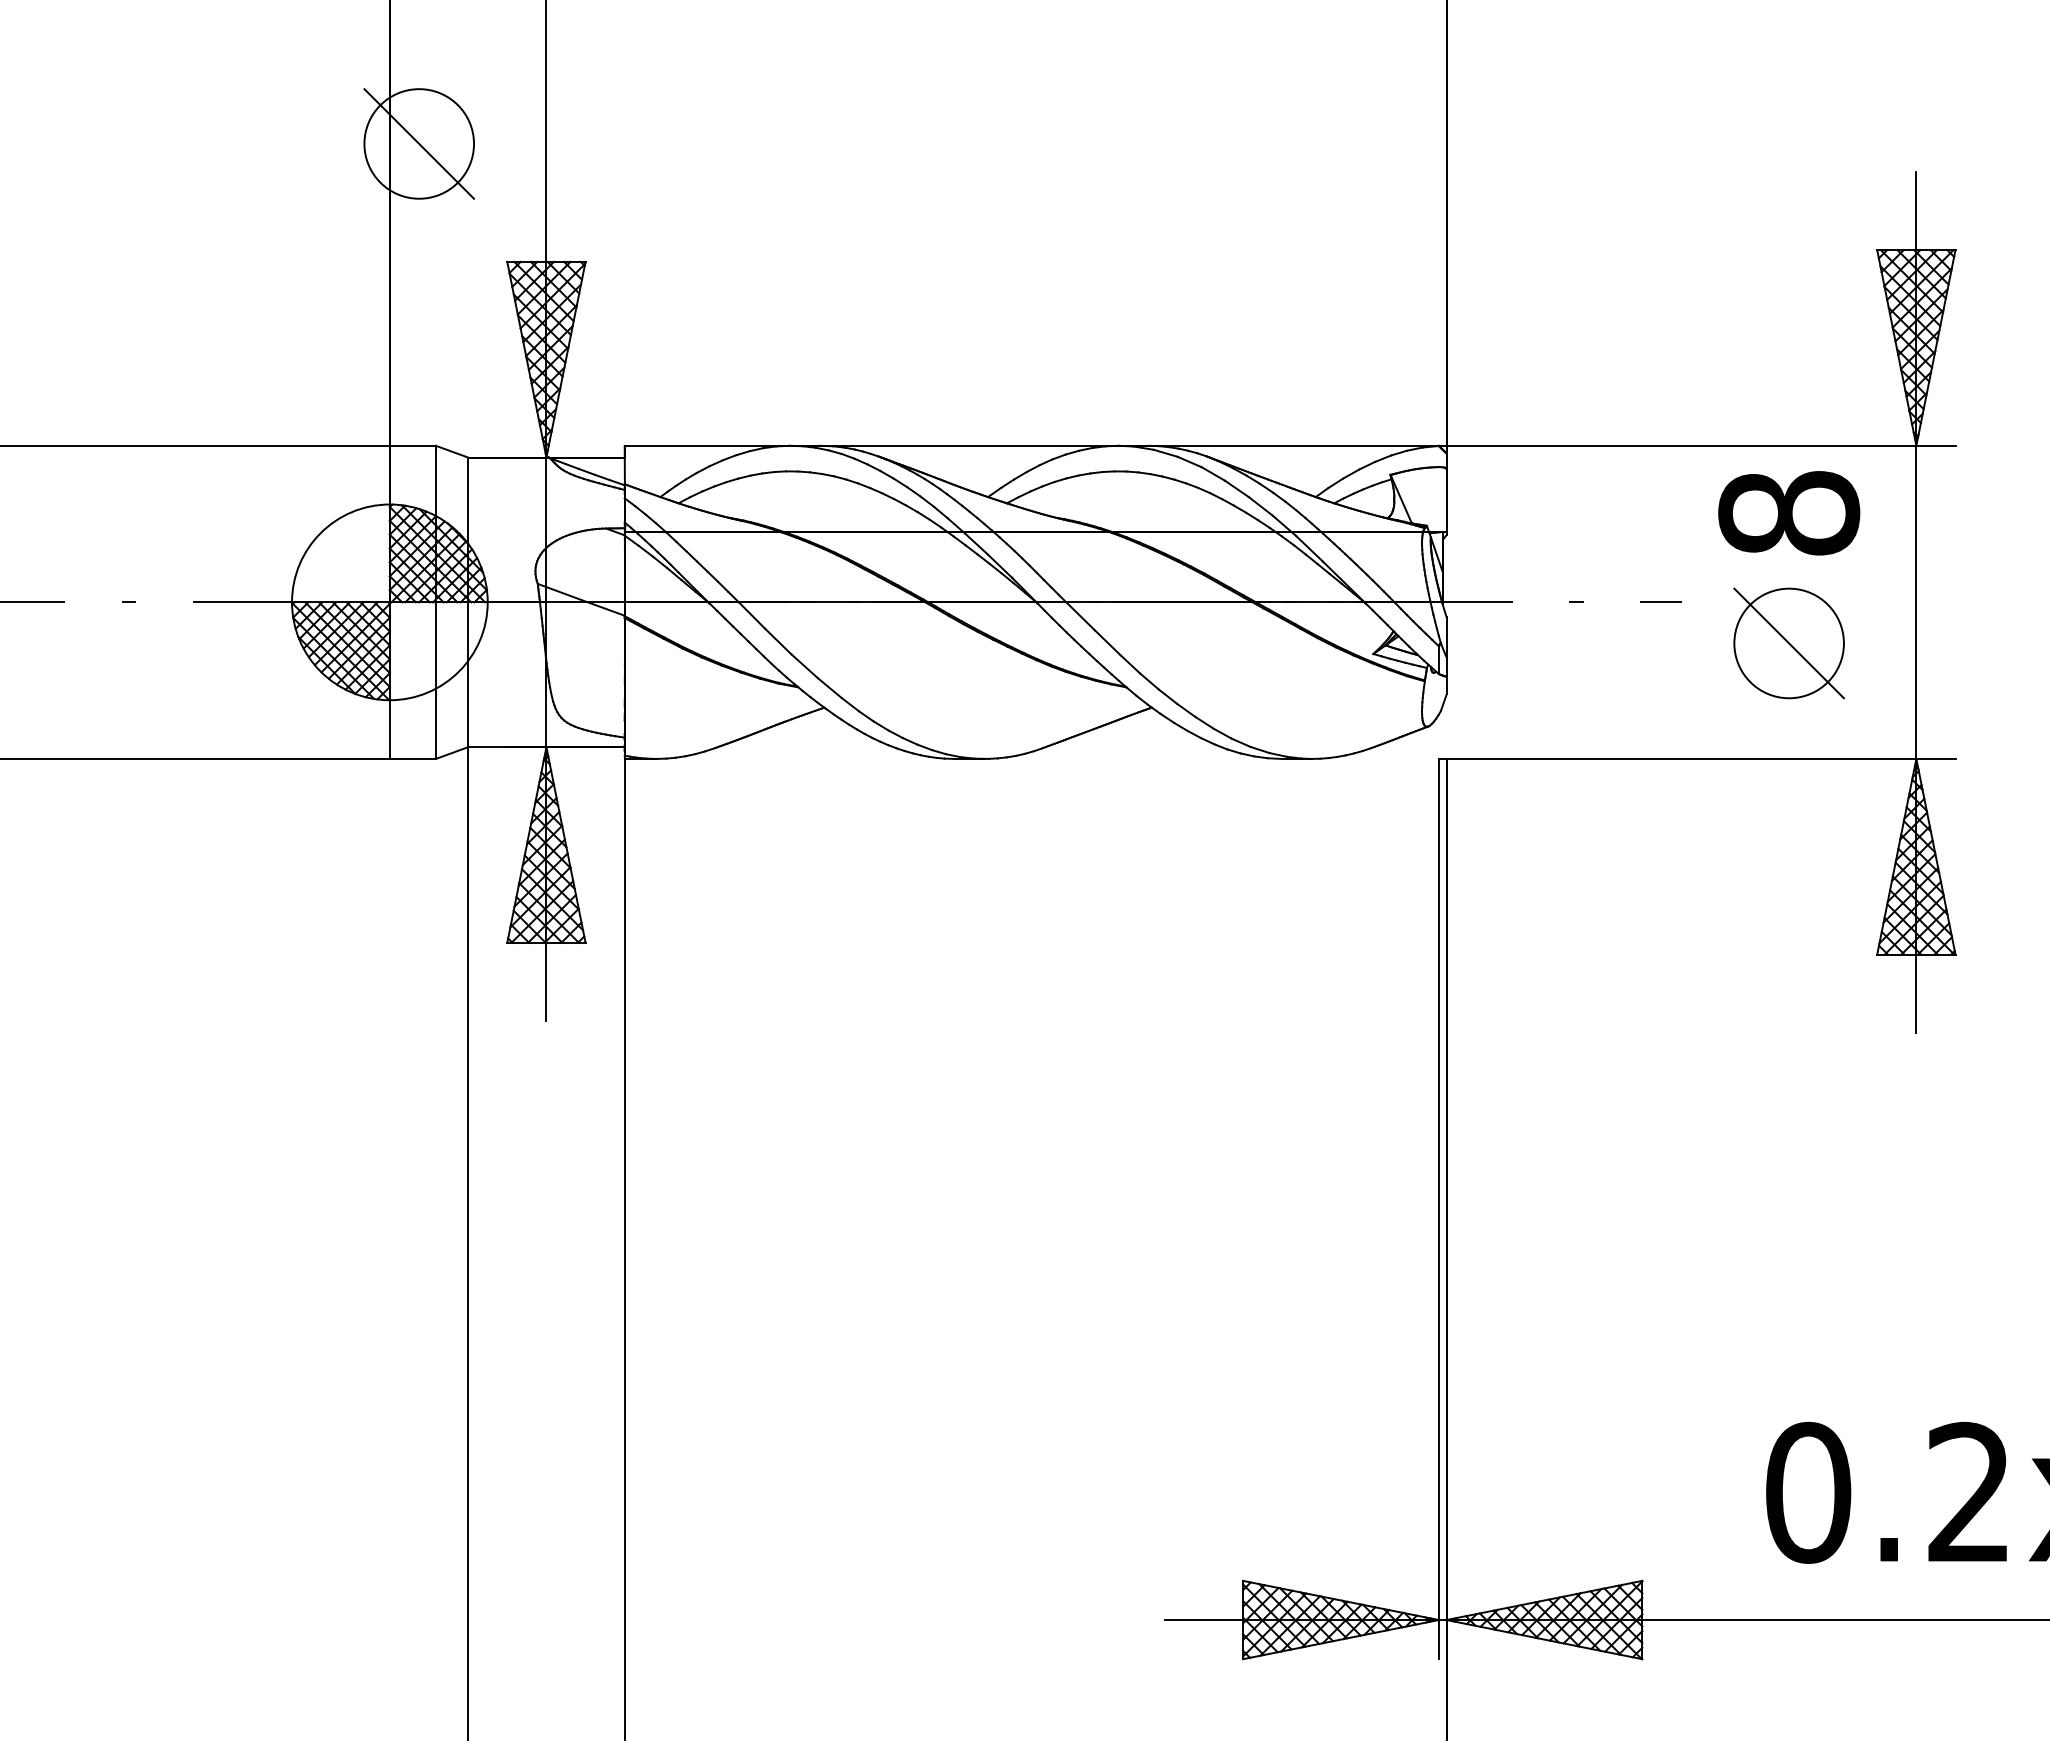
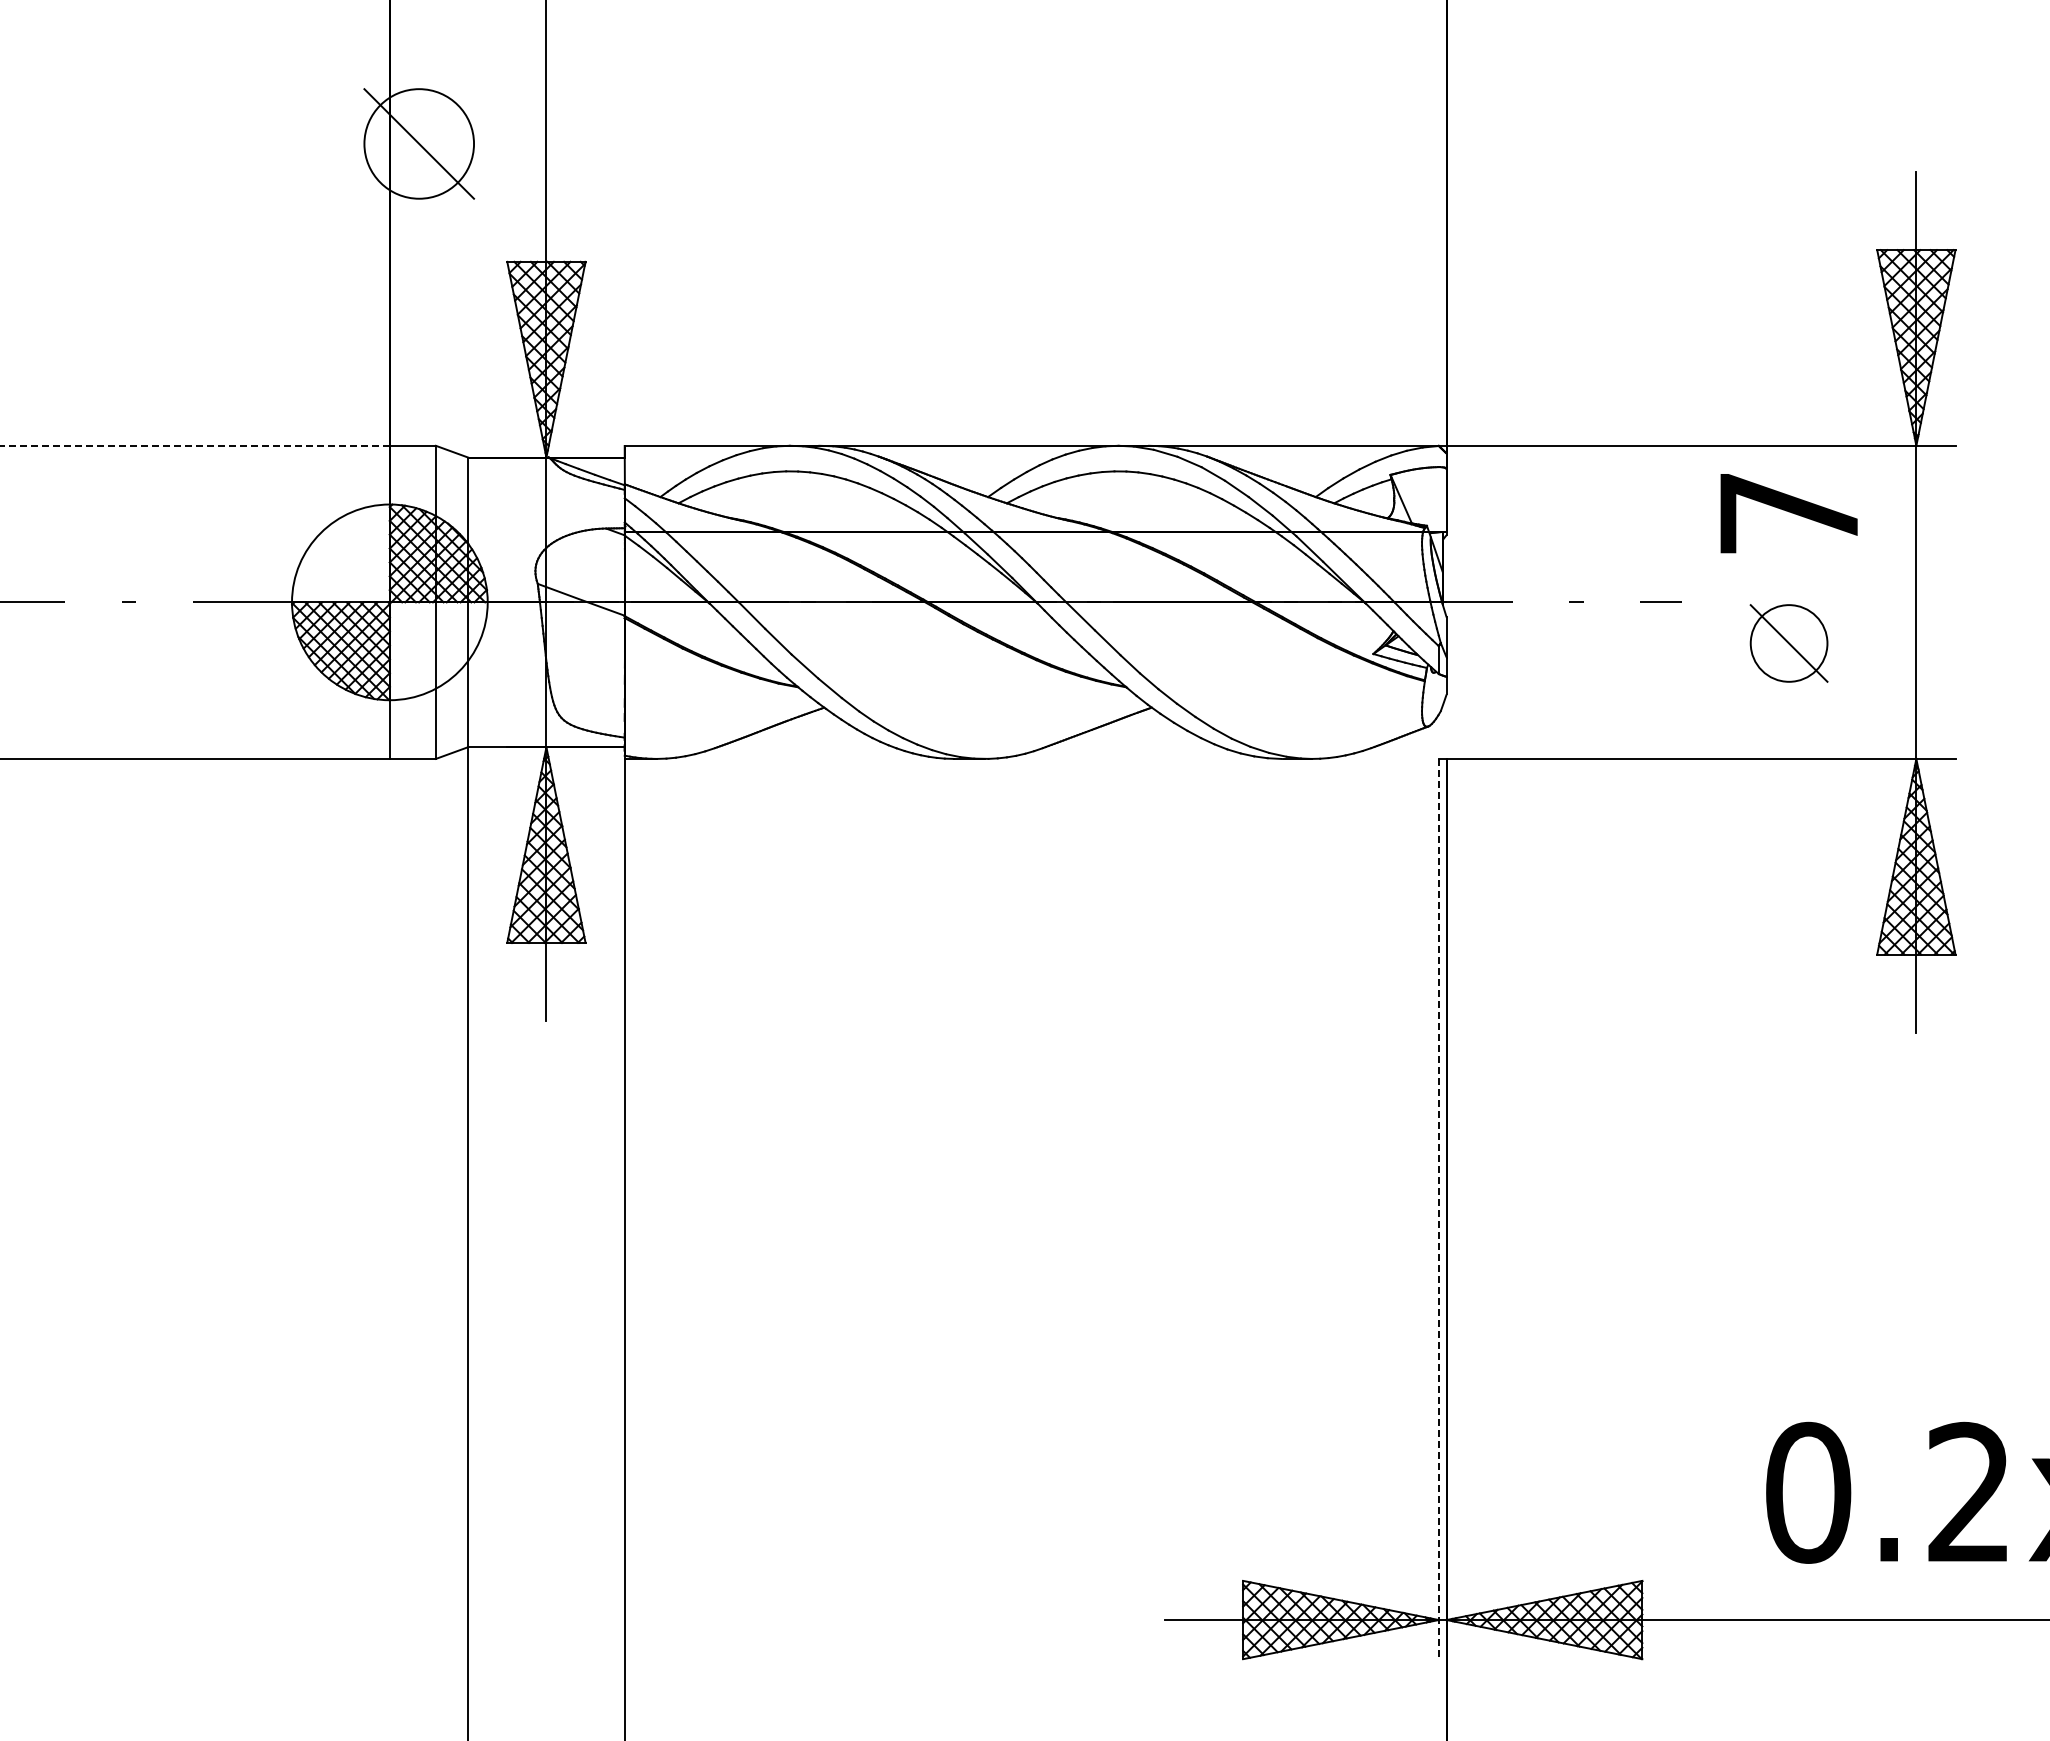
line at (194, 445): solid -> dashed
text at (1789, 513): 8 -> 7
part at (1788, 643) size: 112x113 px -> 80x79 px
line at (1438, 1209): solid -> dashed
